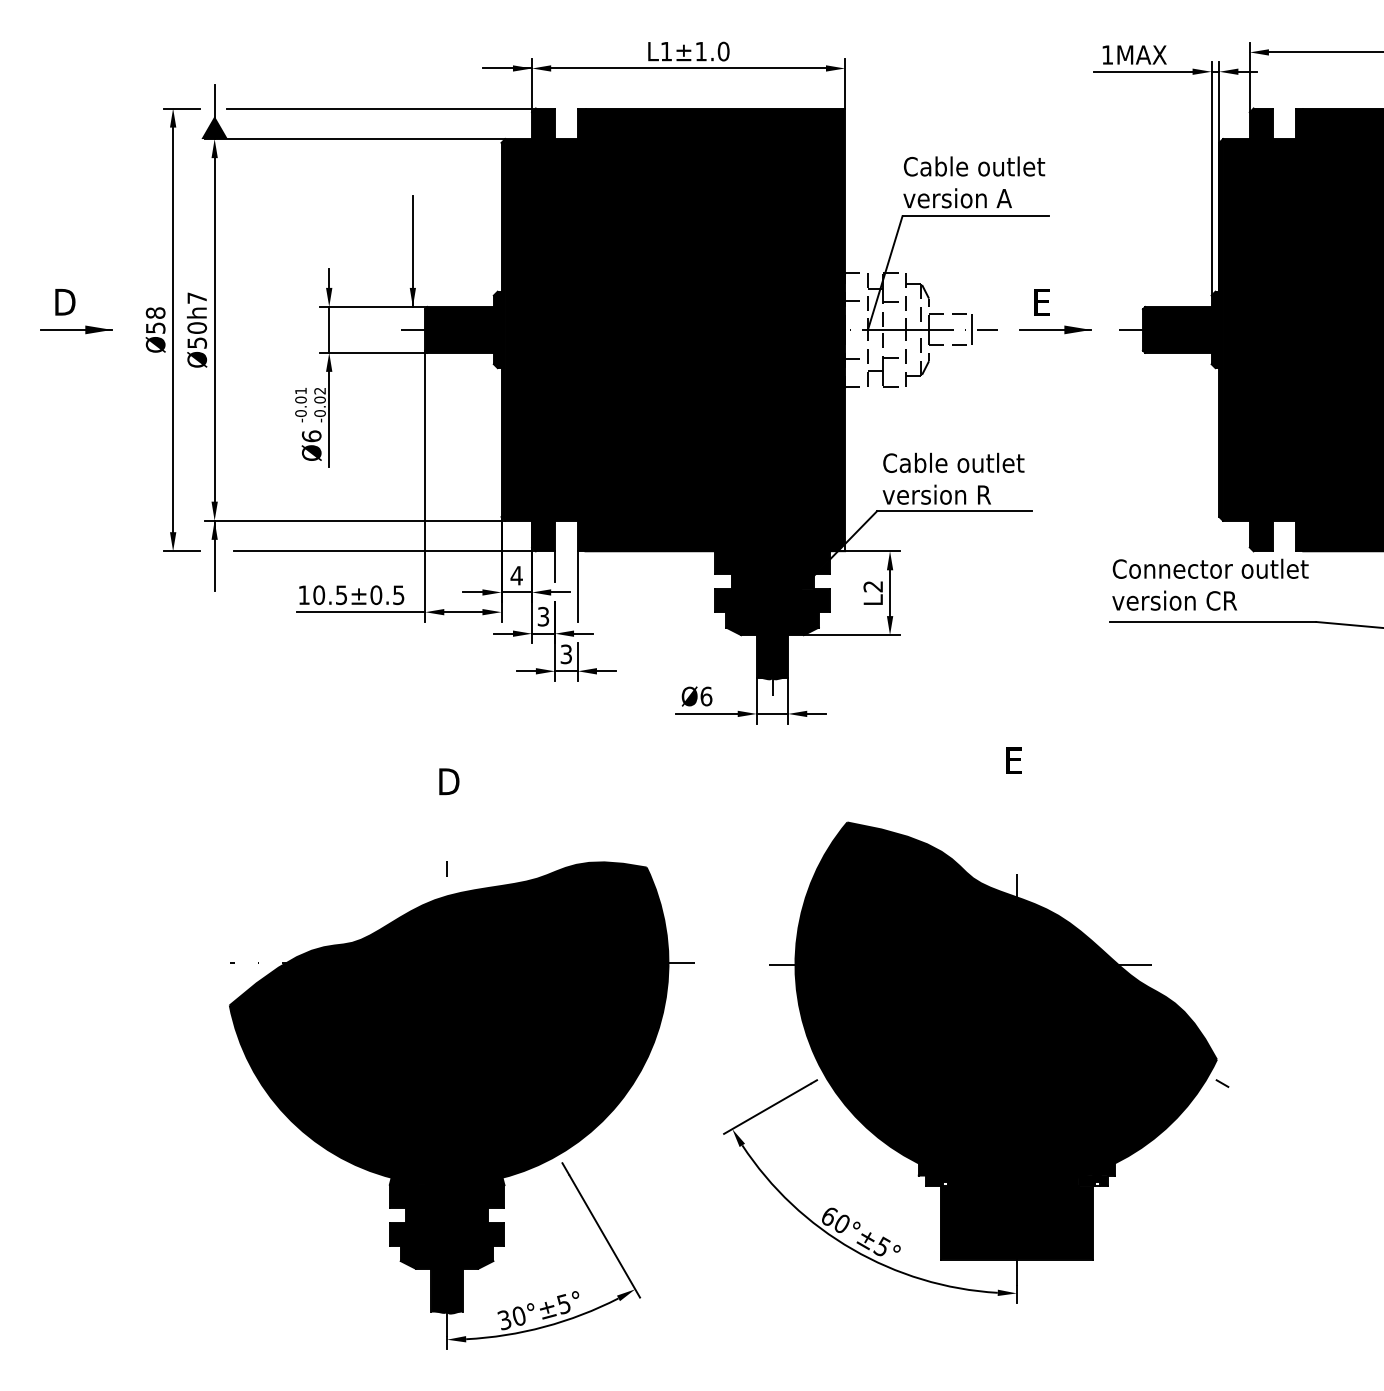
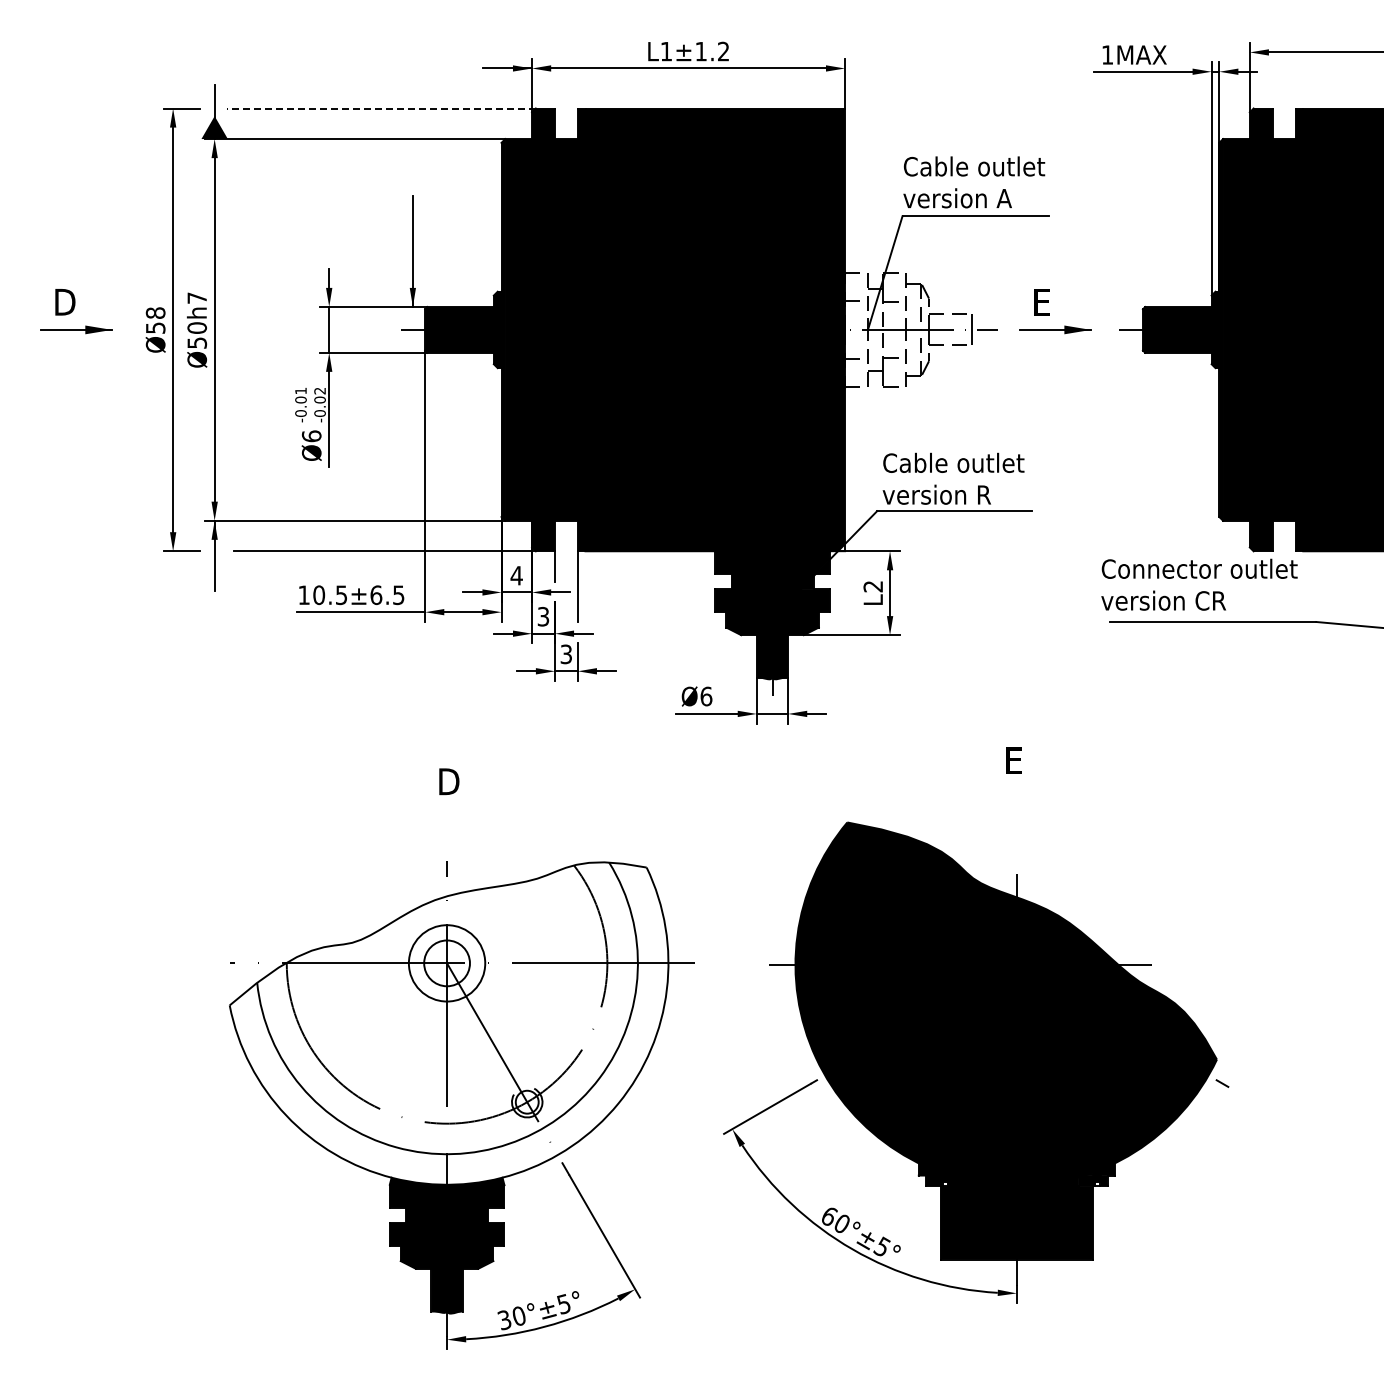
text at (723, 51): L1±1.0 -> L1±1.2
line at (381, 108): solid -> dashed
text at (1210, 584) position: (1210, 584) -> (1199, 584)
text at (376, 594): 10.5±0.5 -> 10.5±6.5
fill at (448, 1023): present -> none
